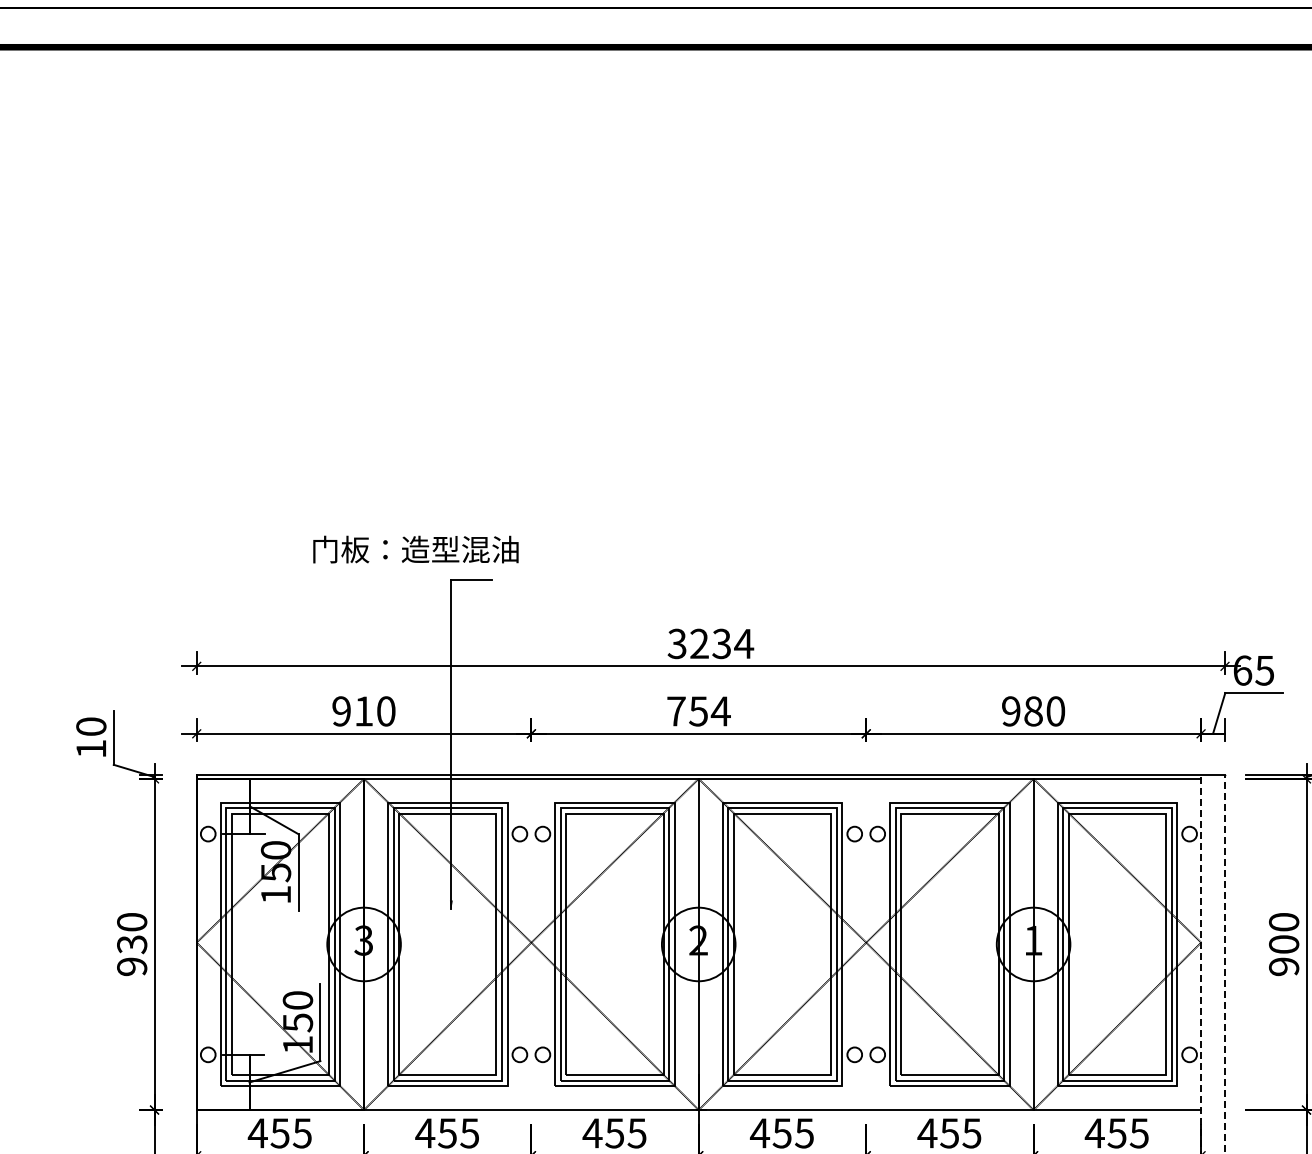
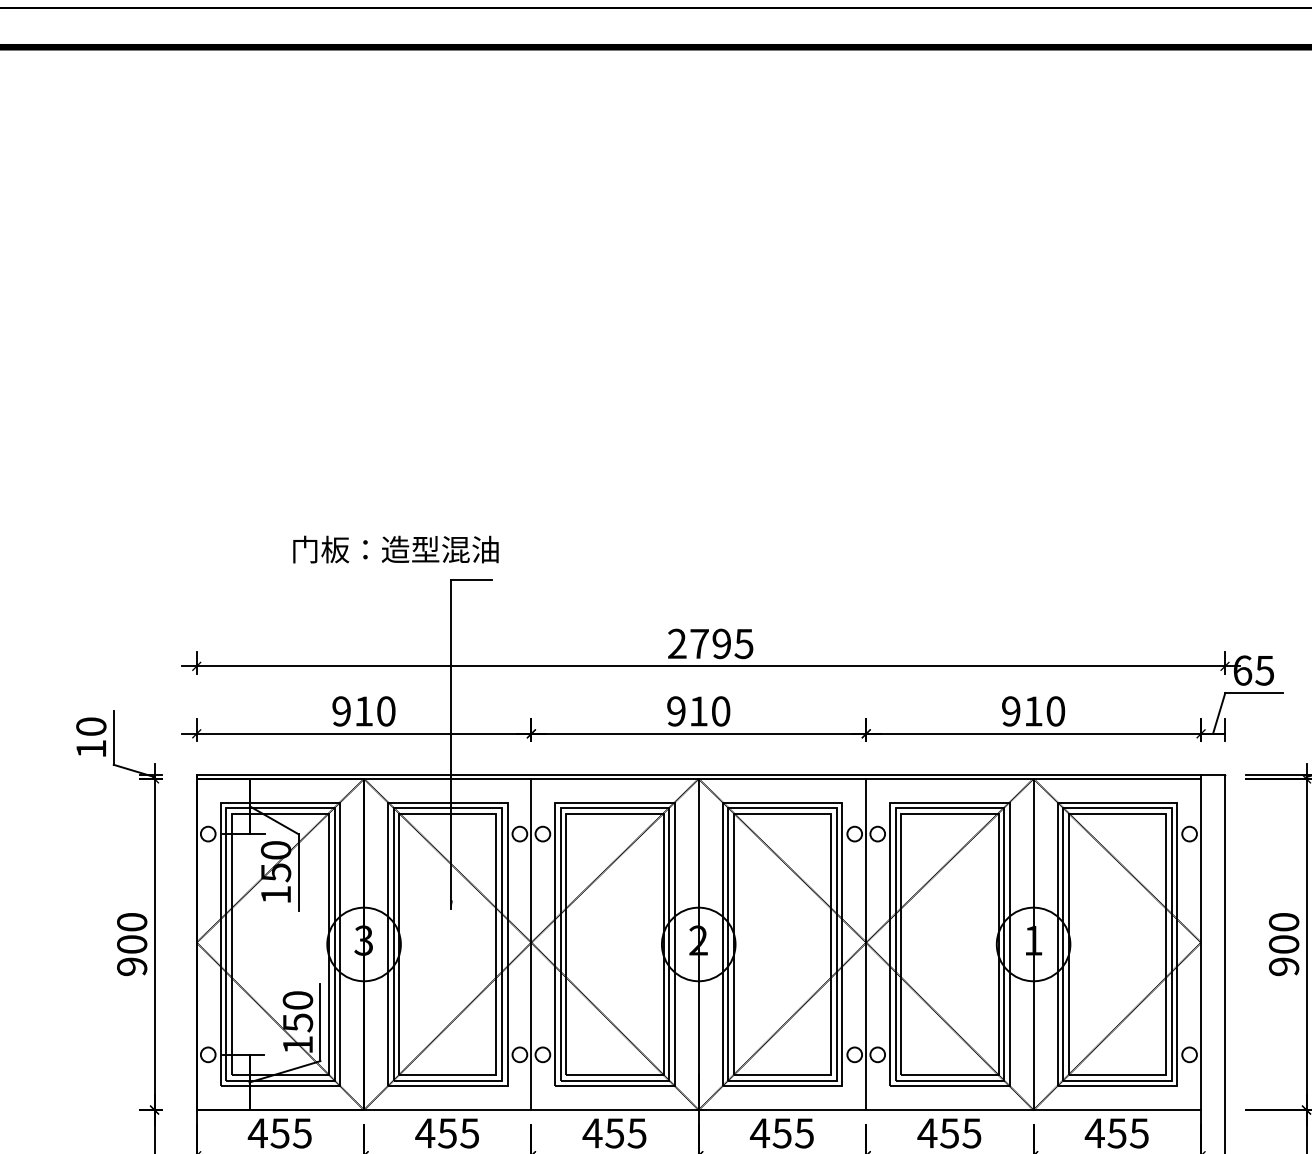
text at (415, 549) position: (415, 549) -> (395, 549)
text at (710, 643): 3234 -> 2795
text at (698, 711): 754 -> 910
text at (1033, 711): 980 -> 910
text at (132, 944): 930 -> 900
line at (531, 944): none -> present
line at (866, 944): none -> present
line at (1201, 963): dashed -> solid
line at (1225, 964): dashed -> solid
